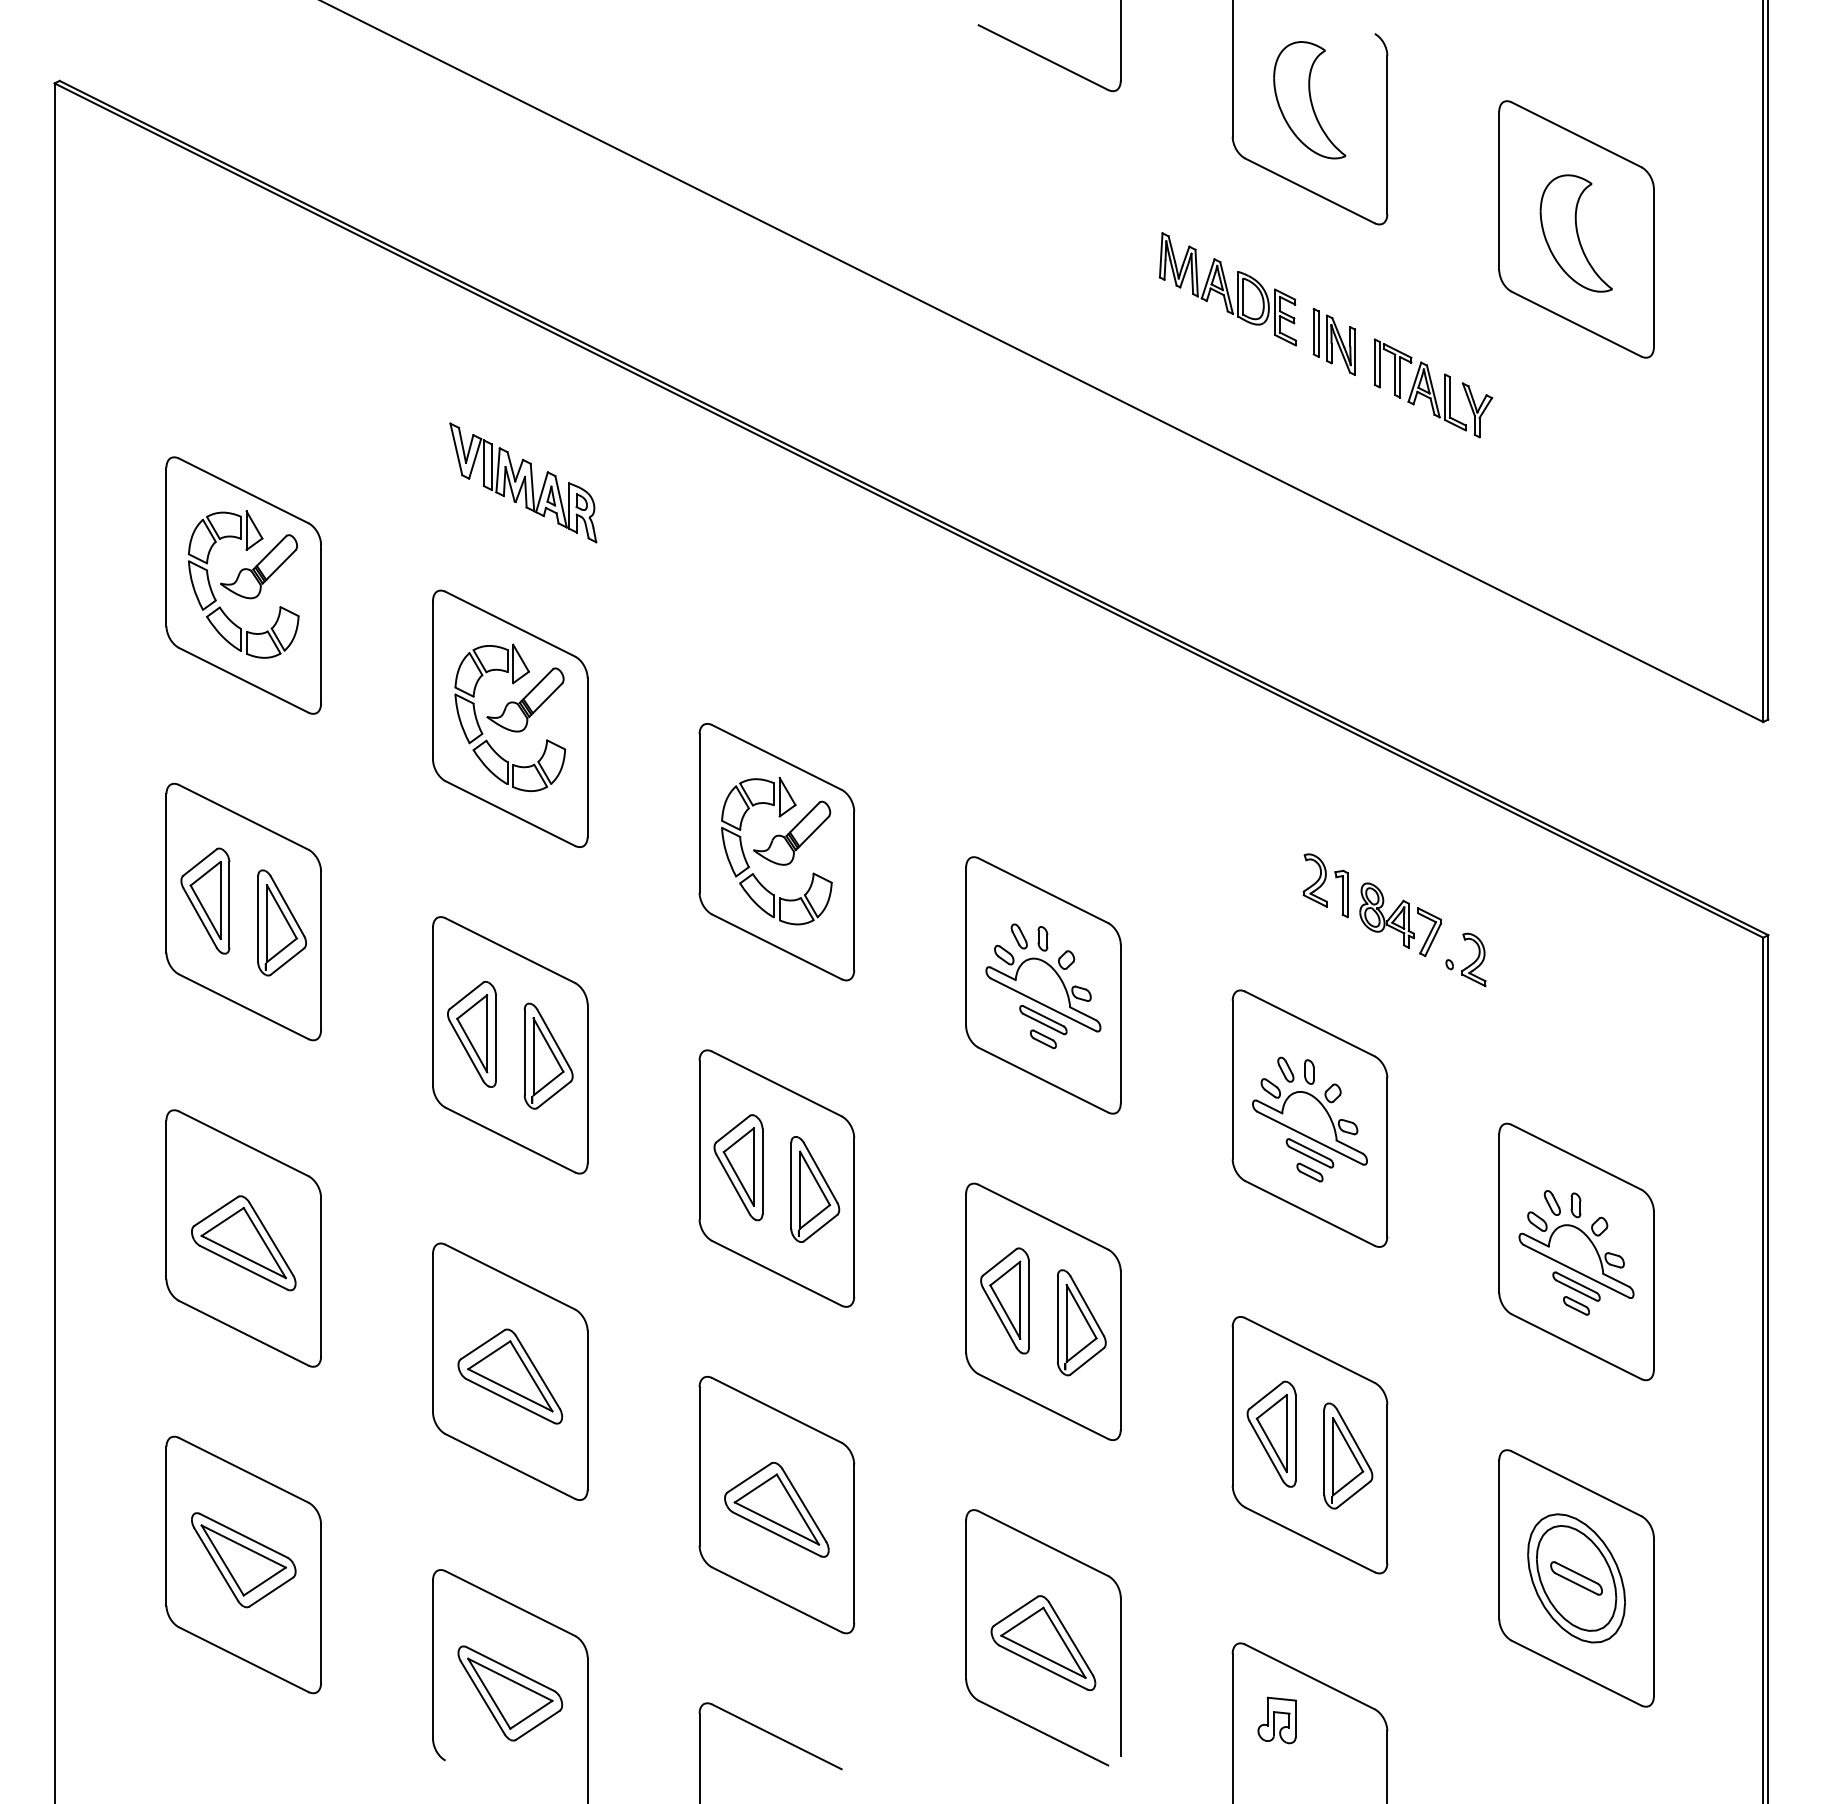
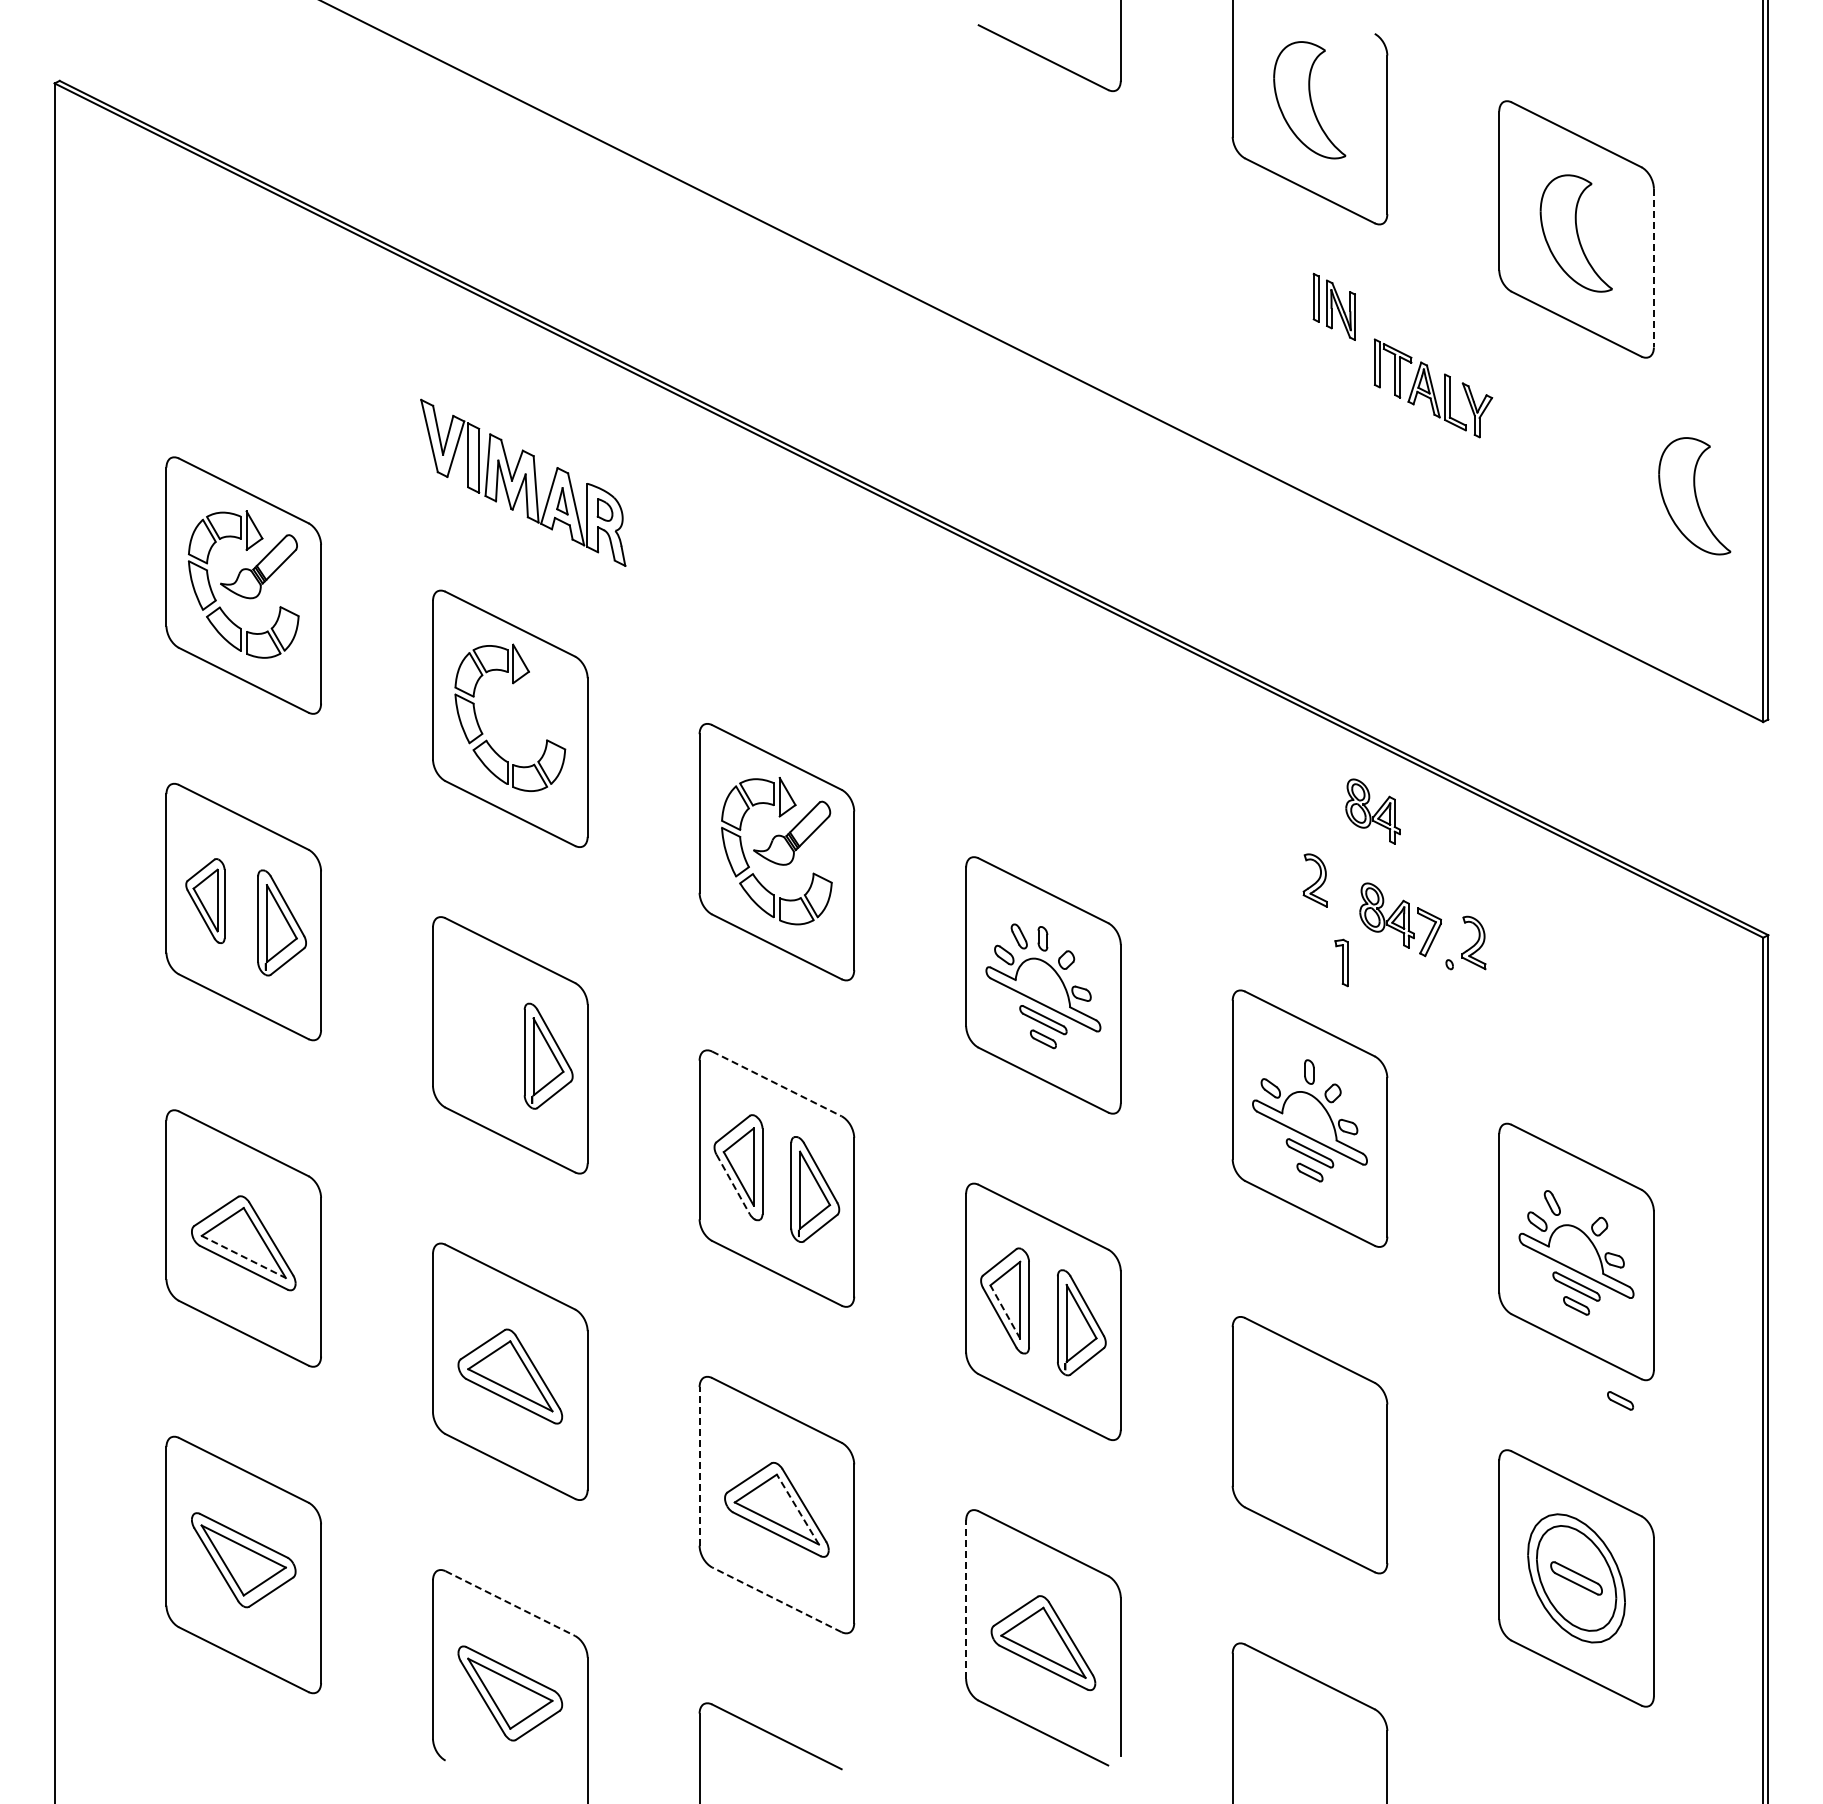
line at (1653, 268): solid -> dashed
part at (1227, 289): present -> none
part at (1333, 341) position: (1333, 341) -> (1333, 306)
part at (523, 482) size: 149x122 px -> 207x169 px
part at (1694, 496): none -> present
part at (525, 699): present -> none
part at (1372, 811): none -> present
part at (1341, 893) position: (1341, 893) -> (1341, 962)
part at (205, 900) size: 51x108 px -> 41x86 px
part at (1473, 959) position: (1473, 959) -> (1473, 942)
part at (471, 1034): present -> none
part at (1285, 1069): present -> none
line at (777, 1084): solid -> dashed
line at (733, 1184): solid -> dashed
part at (1575, 1205): present -> none
line at (244, 1257): solid -> dashed
line at (1005, 1312): solid -> dashed
part at (1620, 1400): none -> present
part at (1271, 1433): present -> none
part at (1348, 1455): present -> none
line at (699, 1465): solid -> dashed
line at (797, 1509): solid -> dashed
line at (776, 1599): solid -> dashed
line at (966, 1599): solid -> dashed
line at (510, 1603): solid -> dashed
part at (1276, 1720): present -> none
